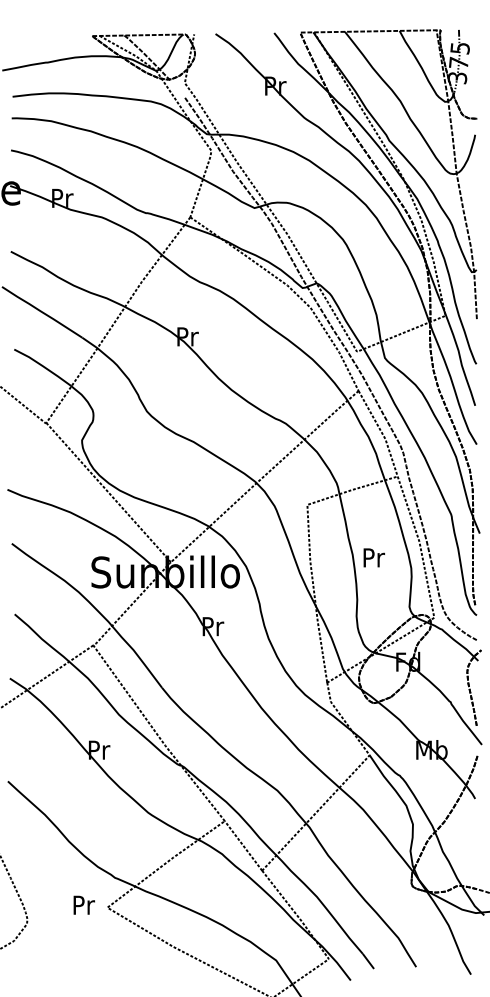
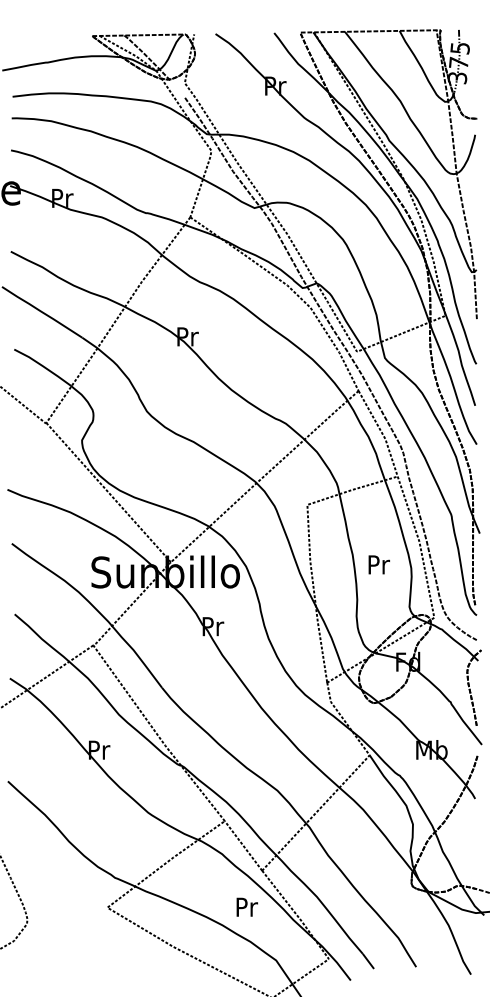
text at (373, 557) position: (373, 557) -> (378, 564)
text at (83, 904) position: (83, 904) -> (246, 906)
